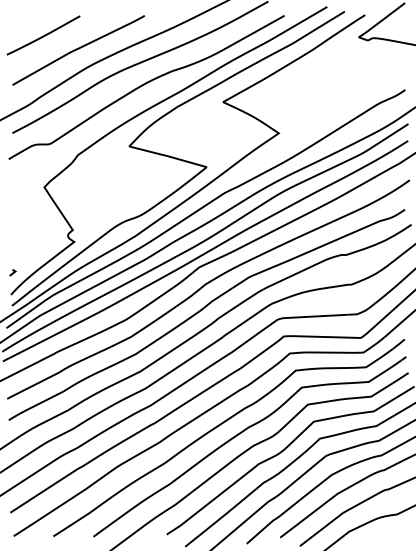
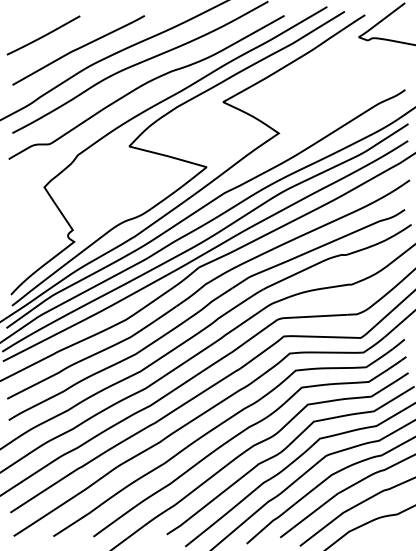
line at (12, 272): present -> none
